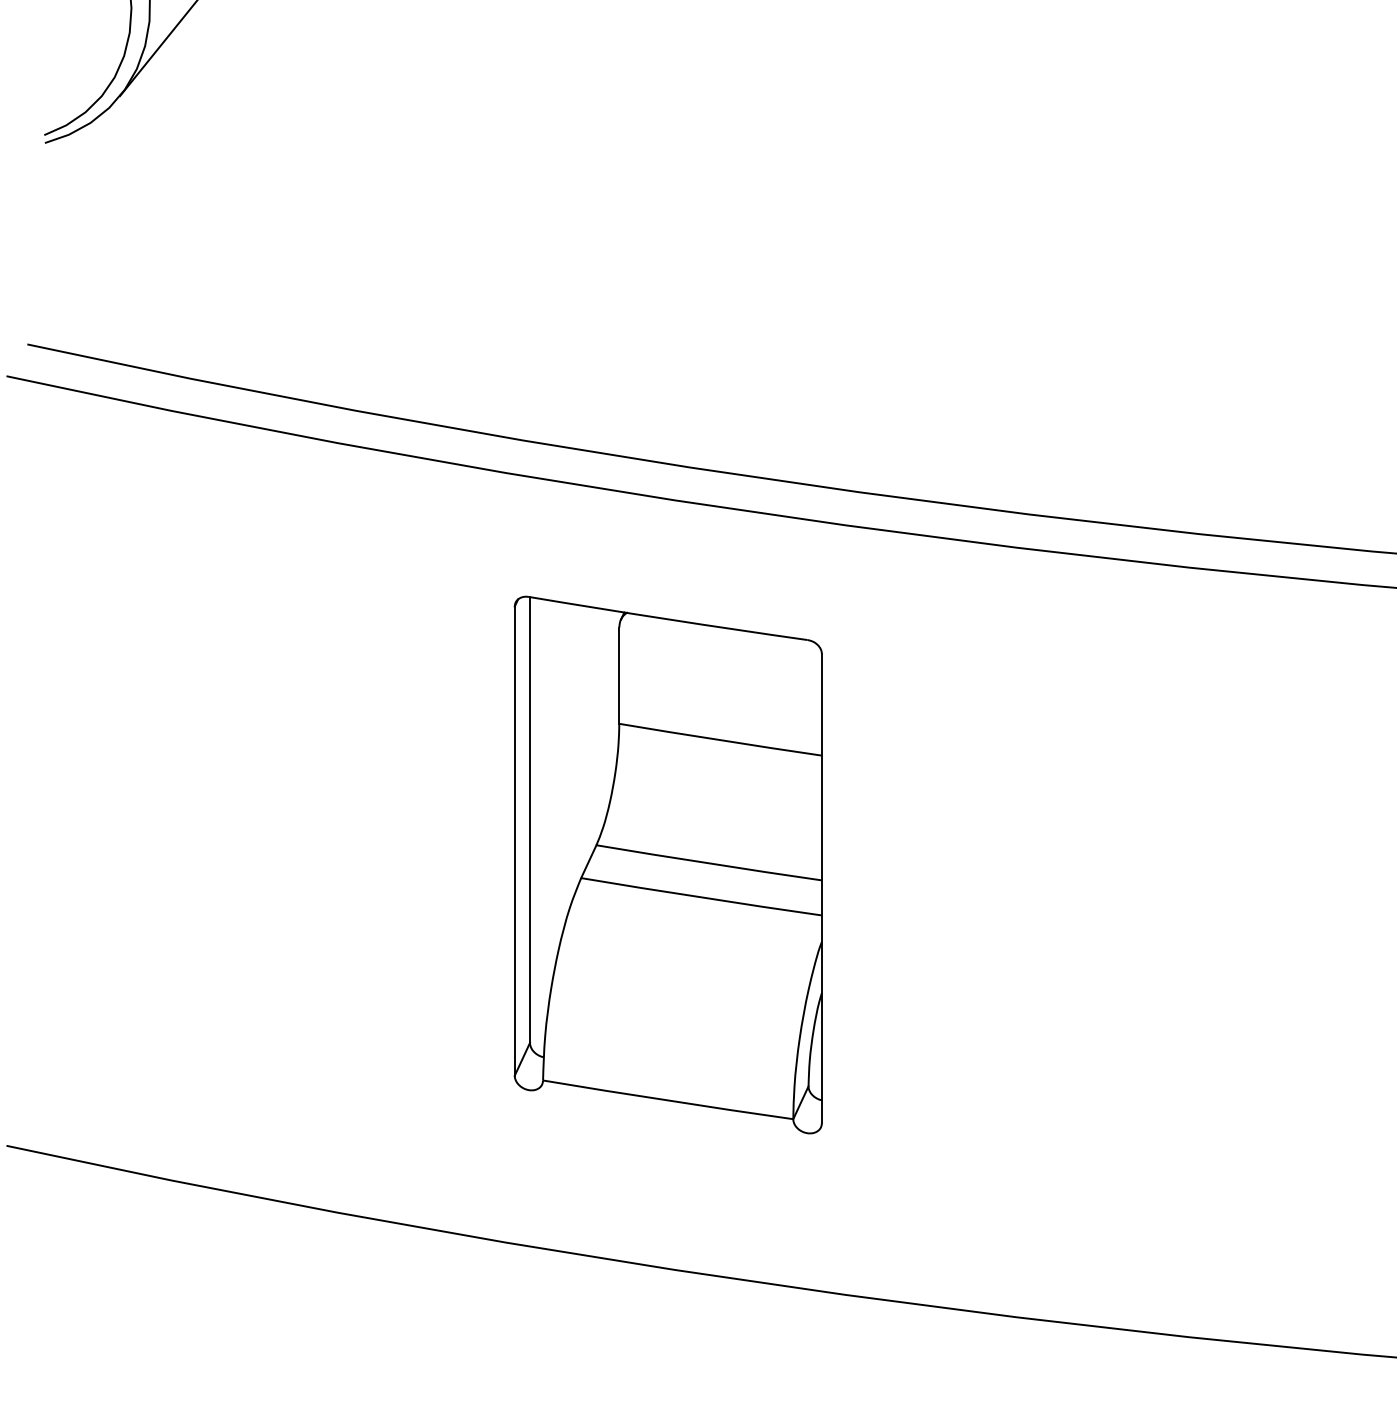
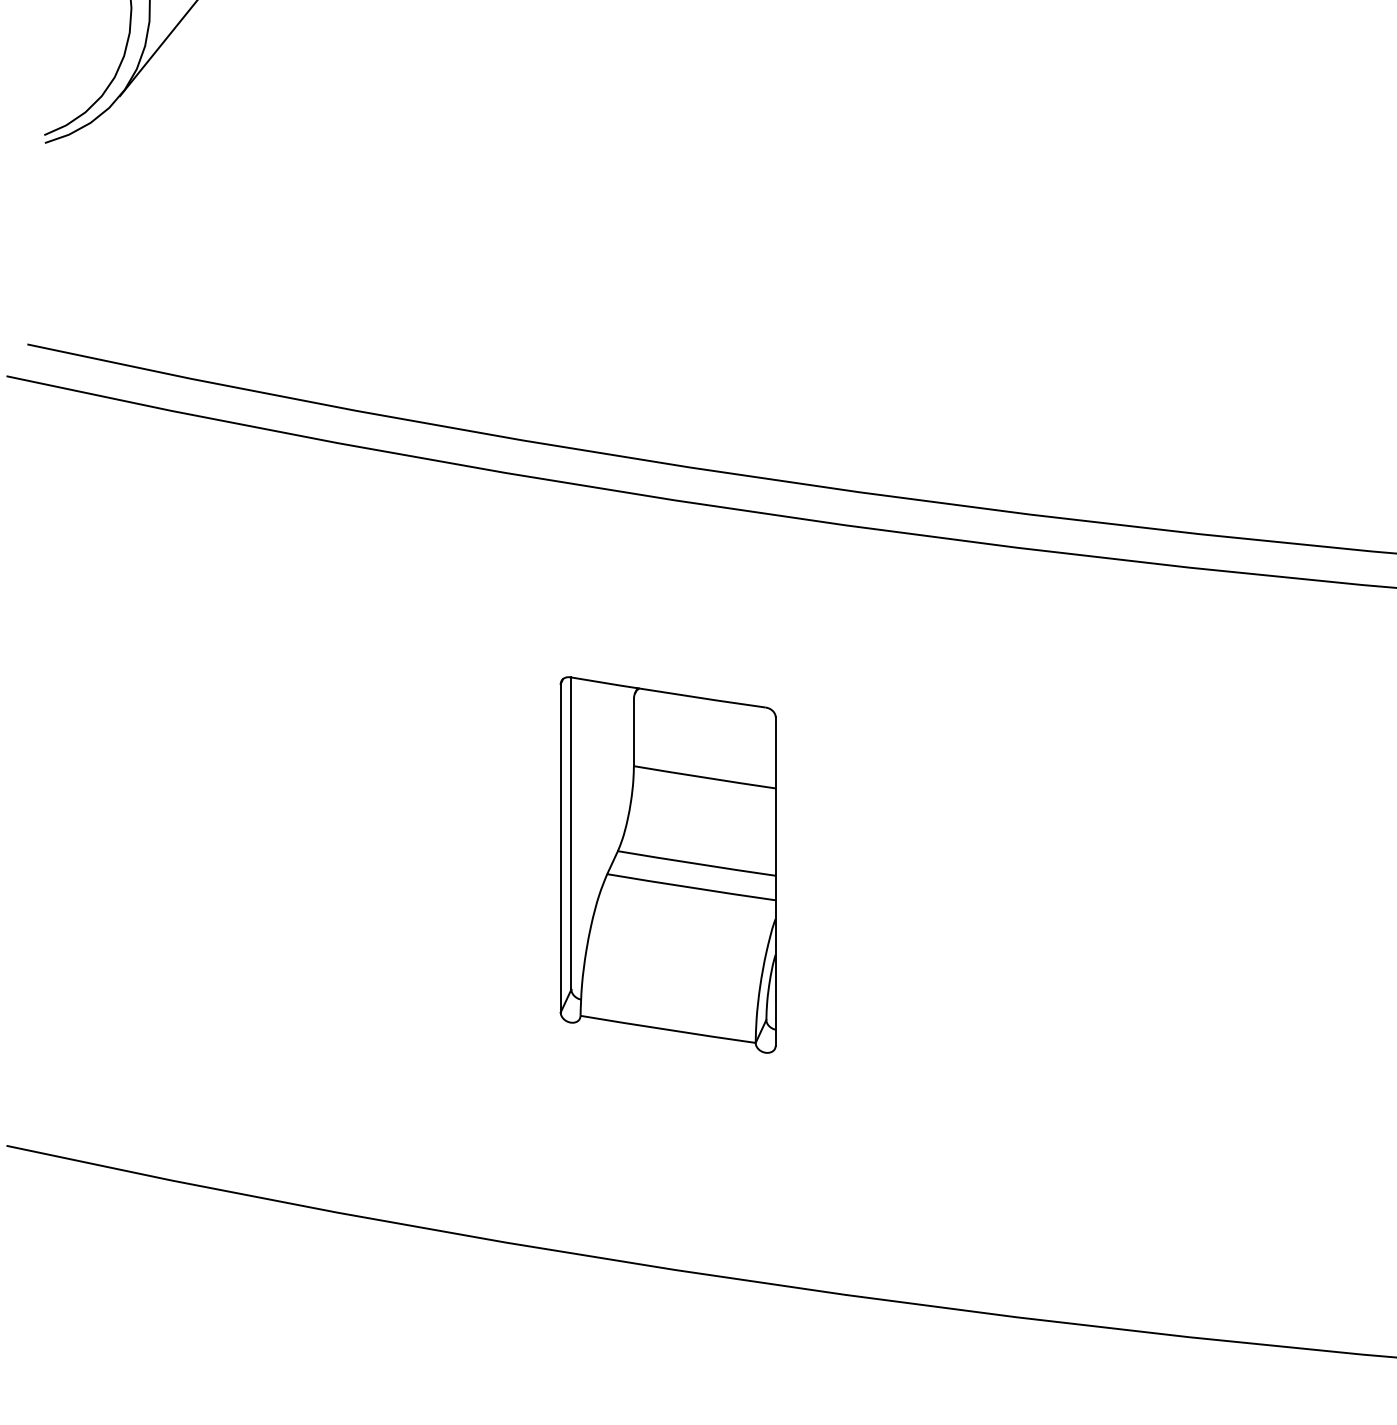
part at (667, 864) size: 310x540 px -> 218x378 px
